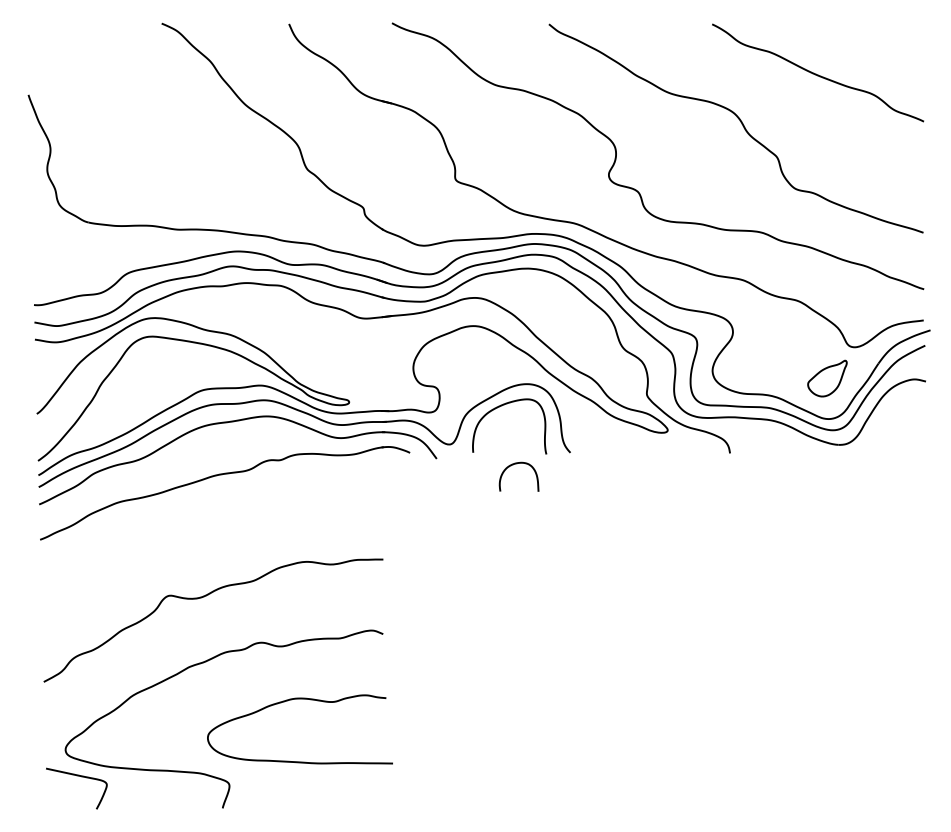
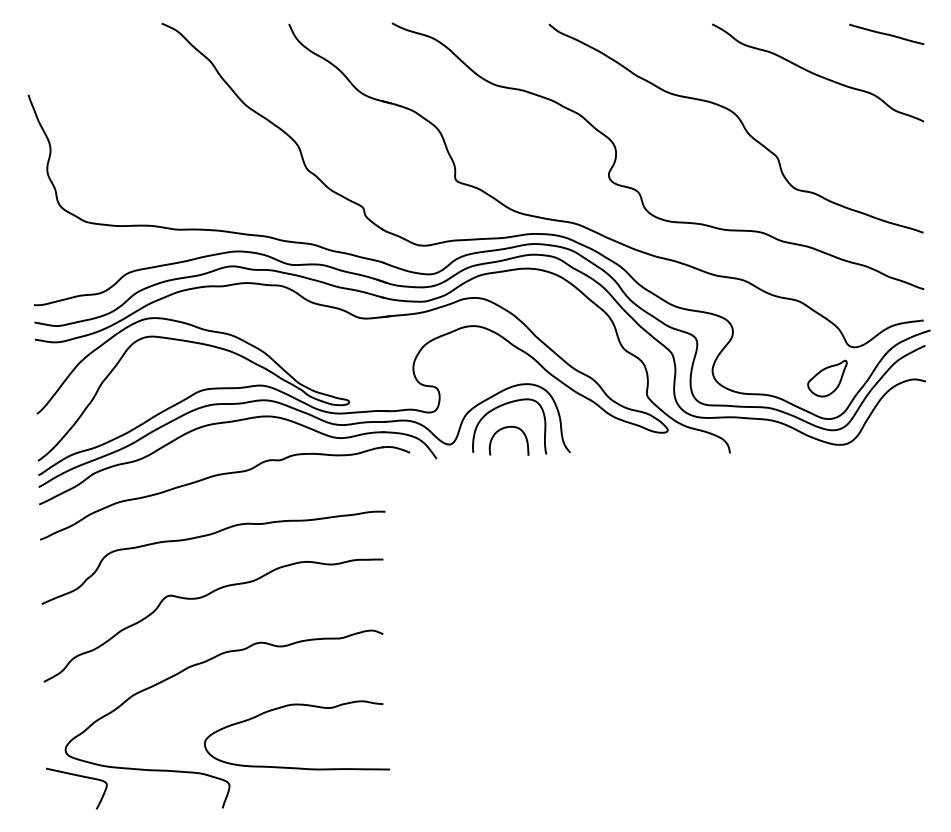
line at (886, 33): none -> present
curve at (513, 465) position: (513, 465) -> (503, 429)
curve at (207, 536): none -> present
curve at (299, 699) position: (299, 699) -> (296, 705)
